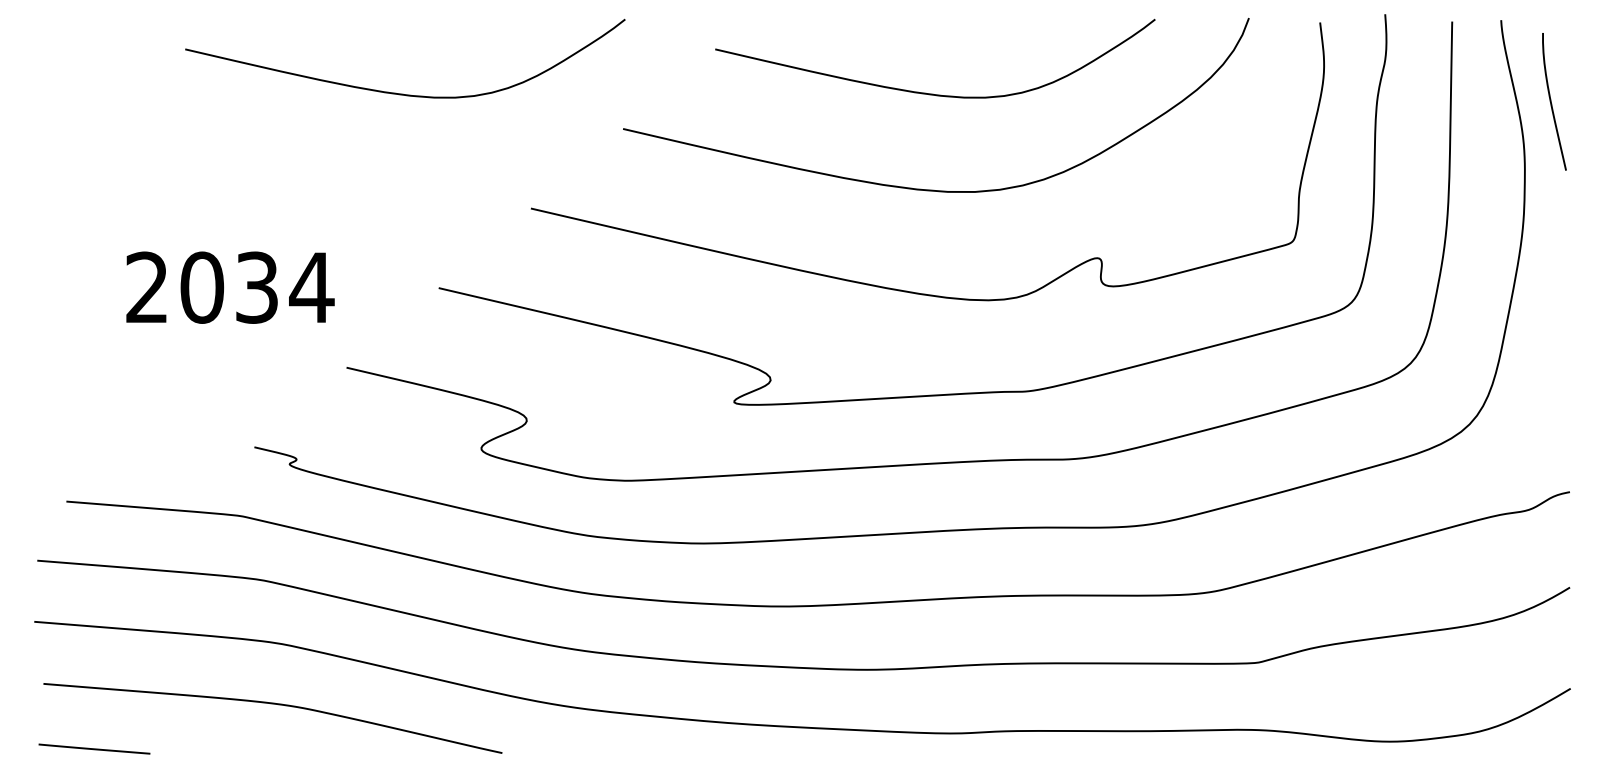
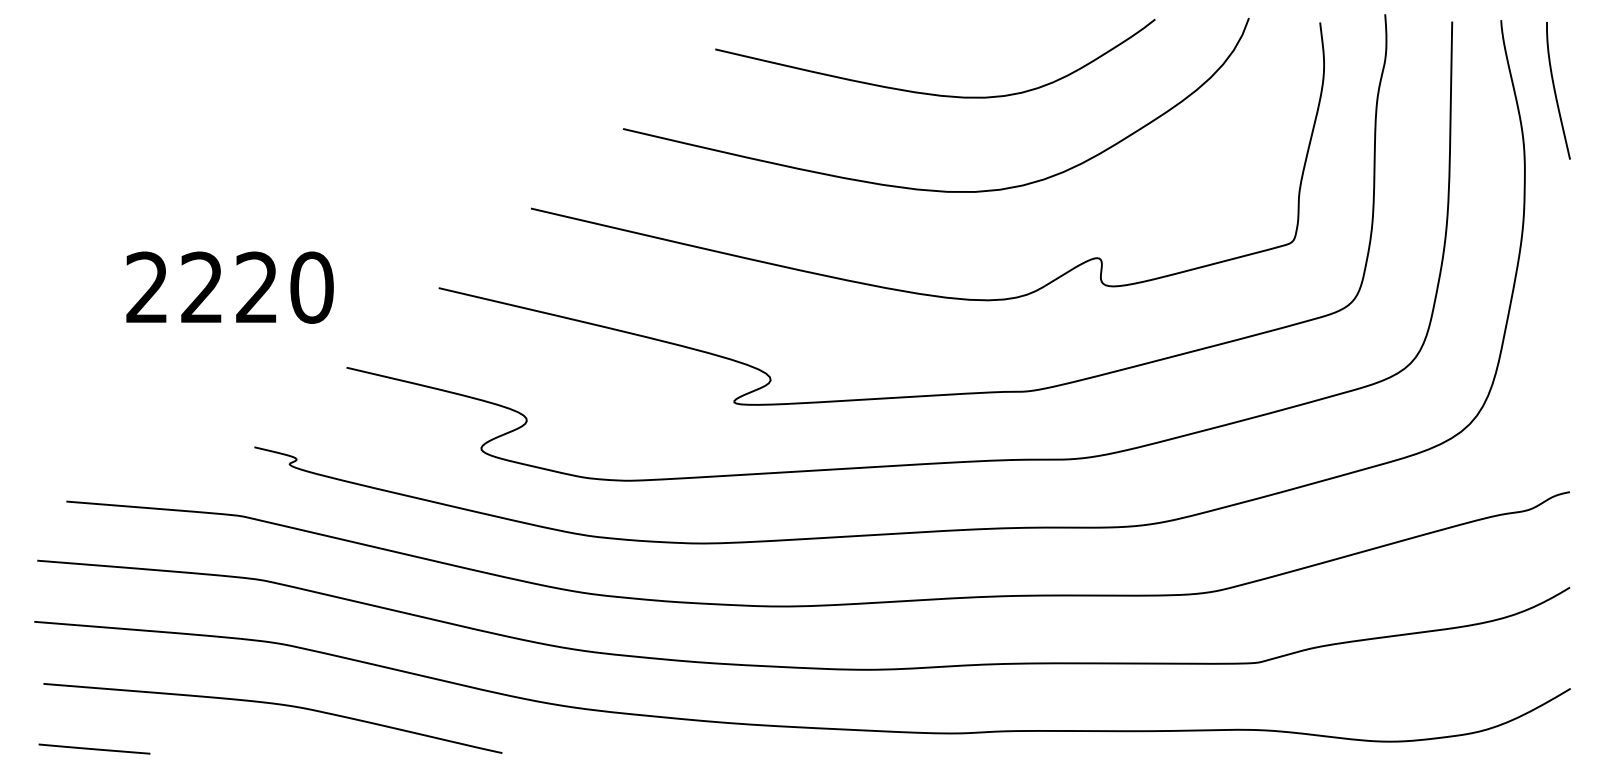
curve at (403, 93): present -> none
curve at (1551, 101) position: (1551, 101) -> (1555, 90)
text at (257, 287): 2034 -> 2220
